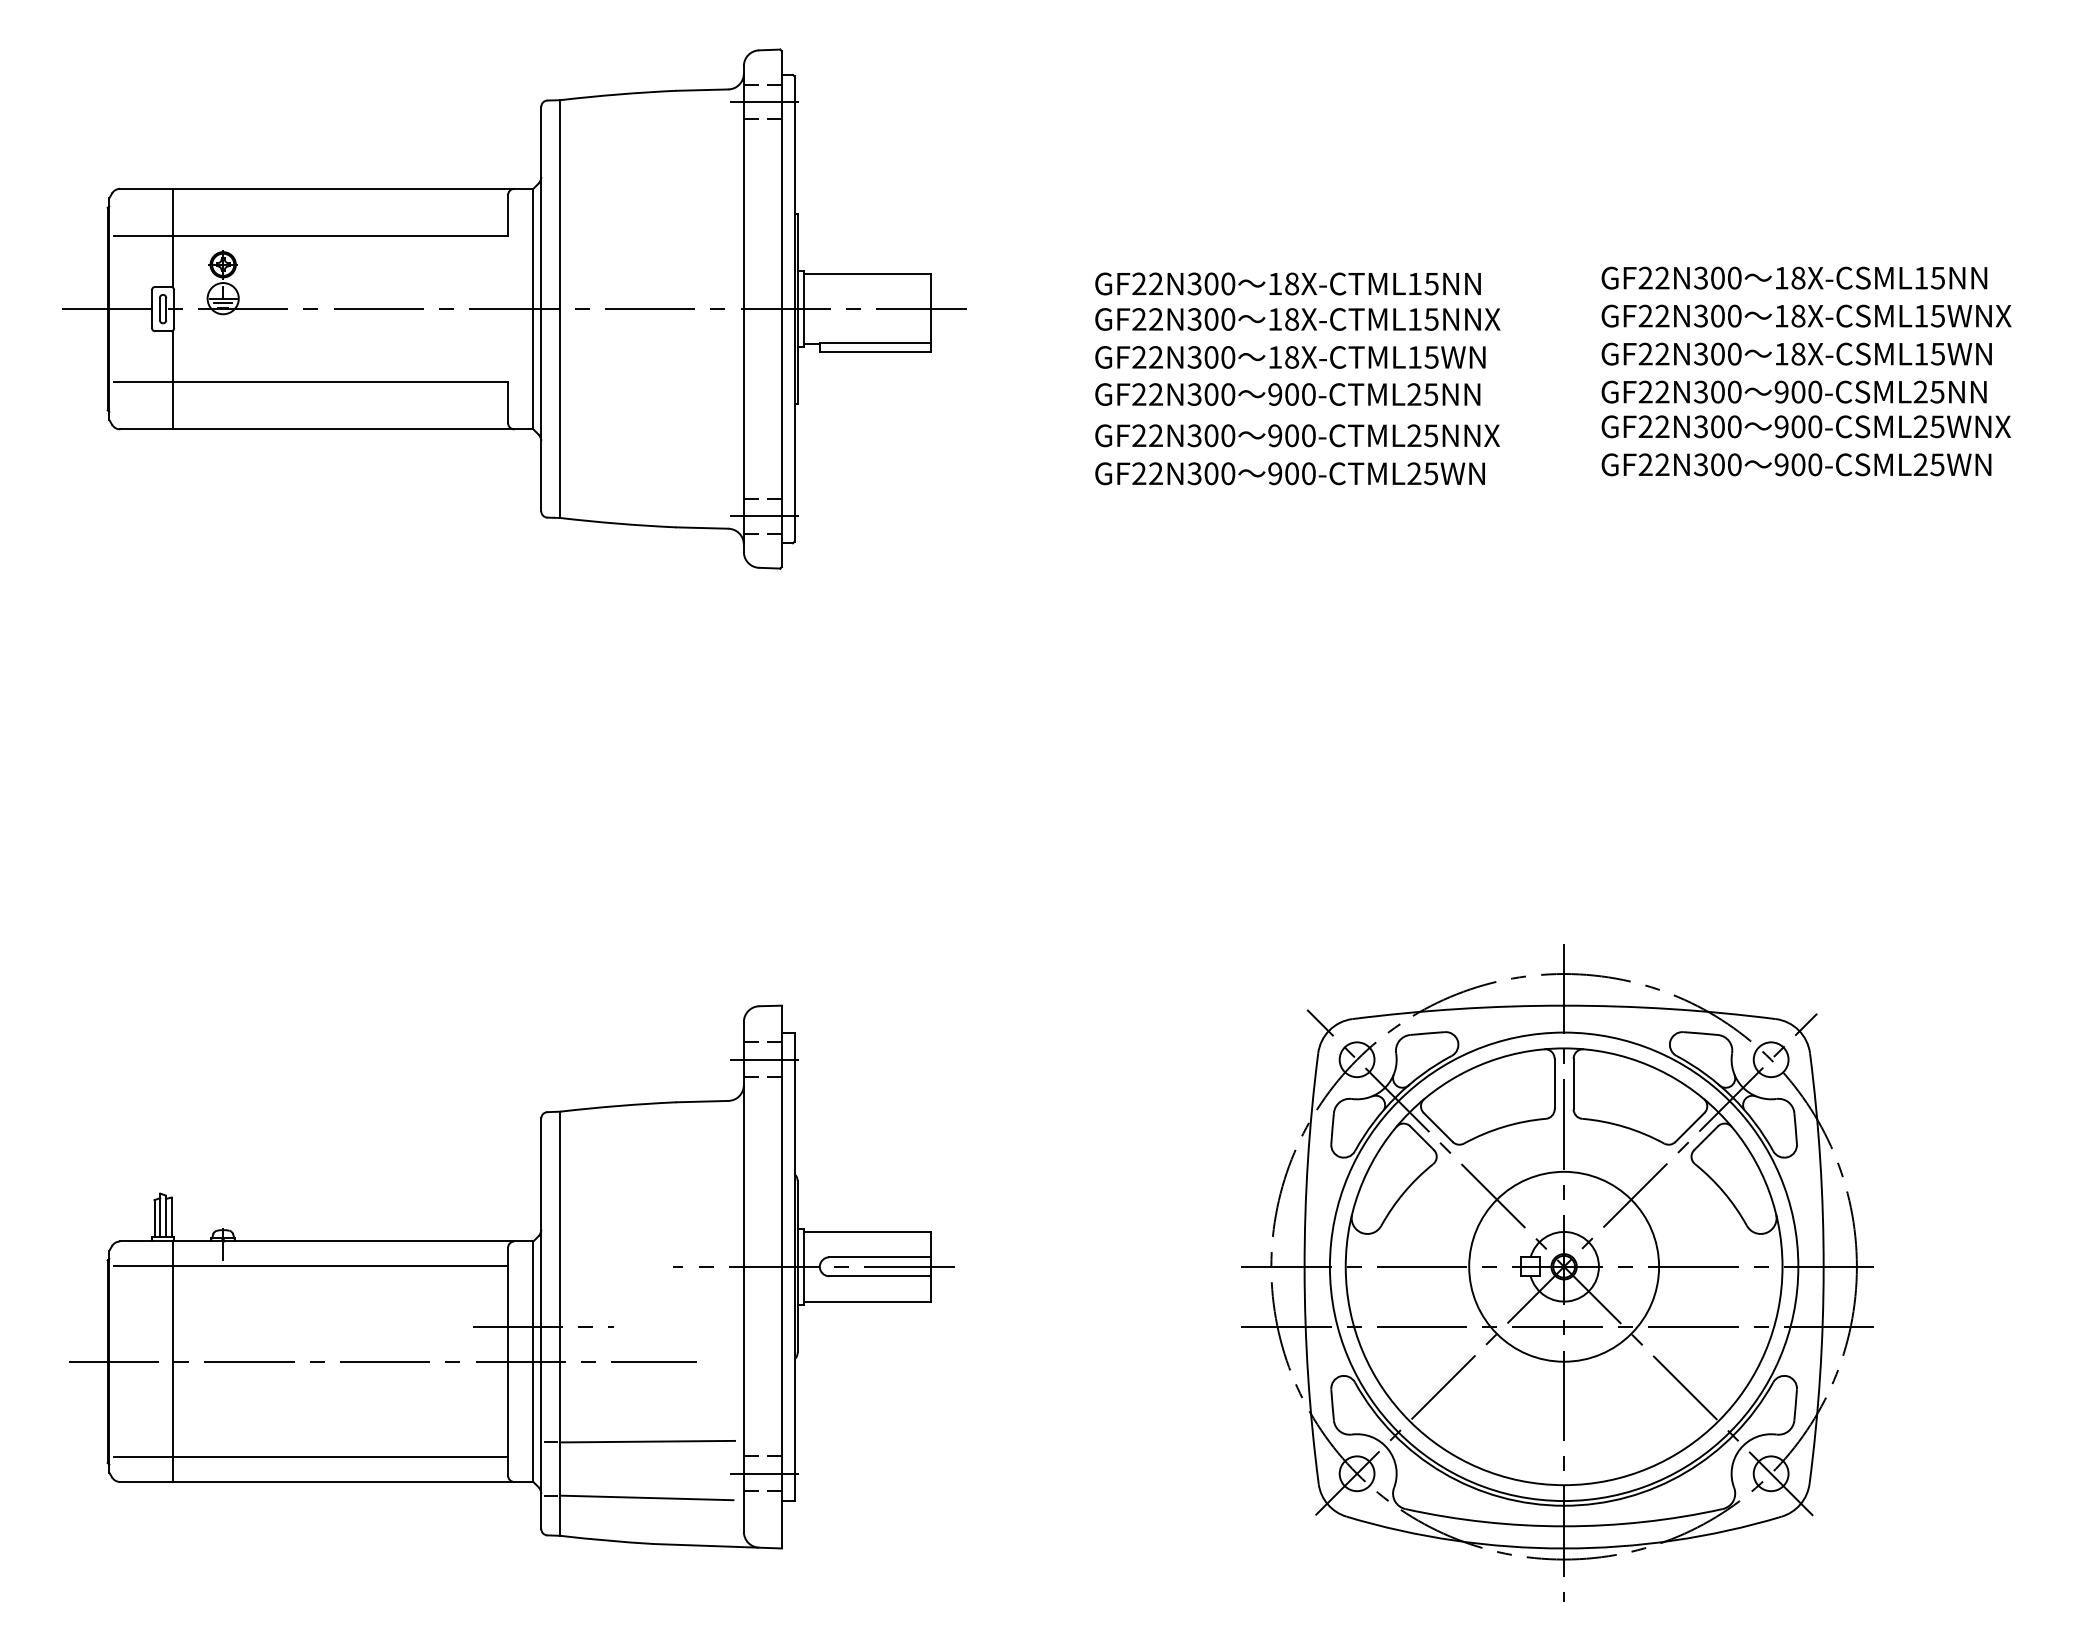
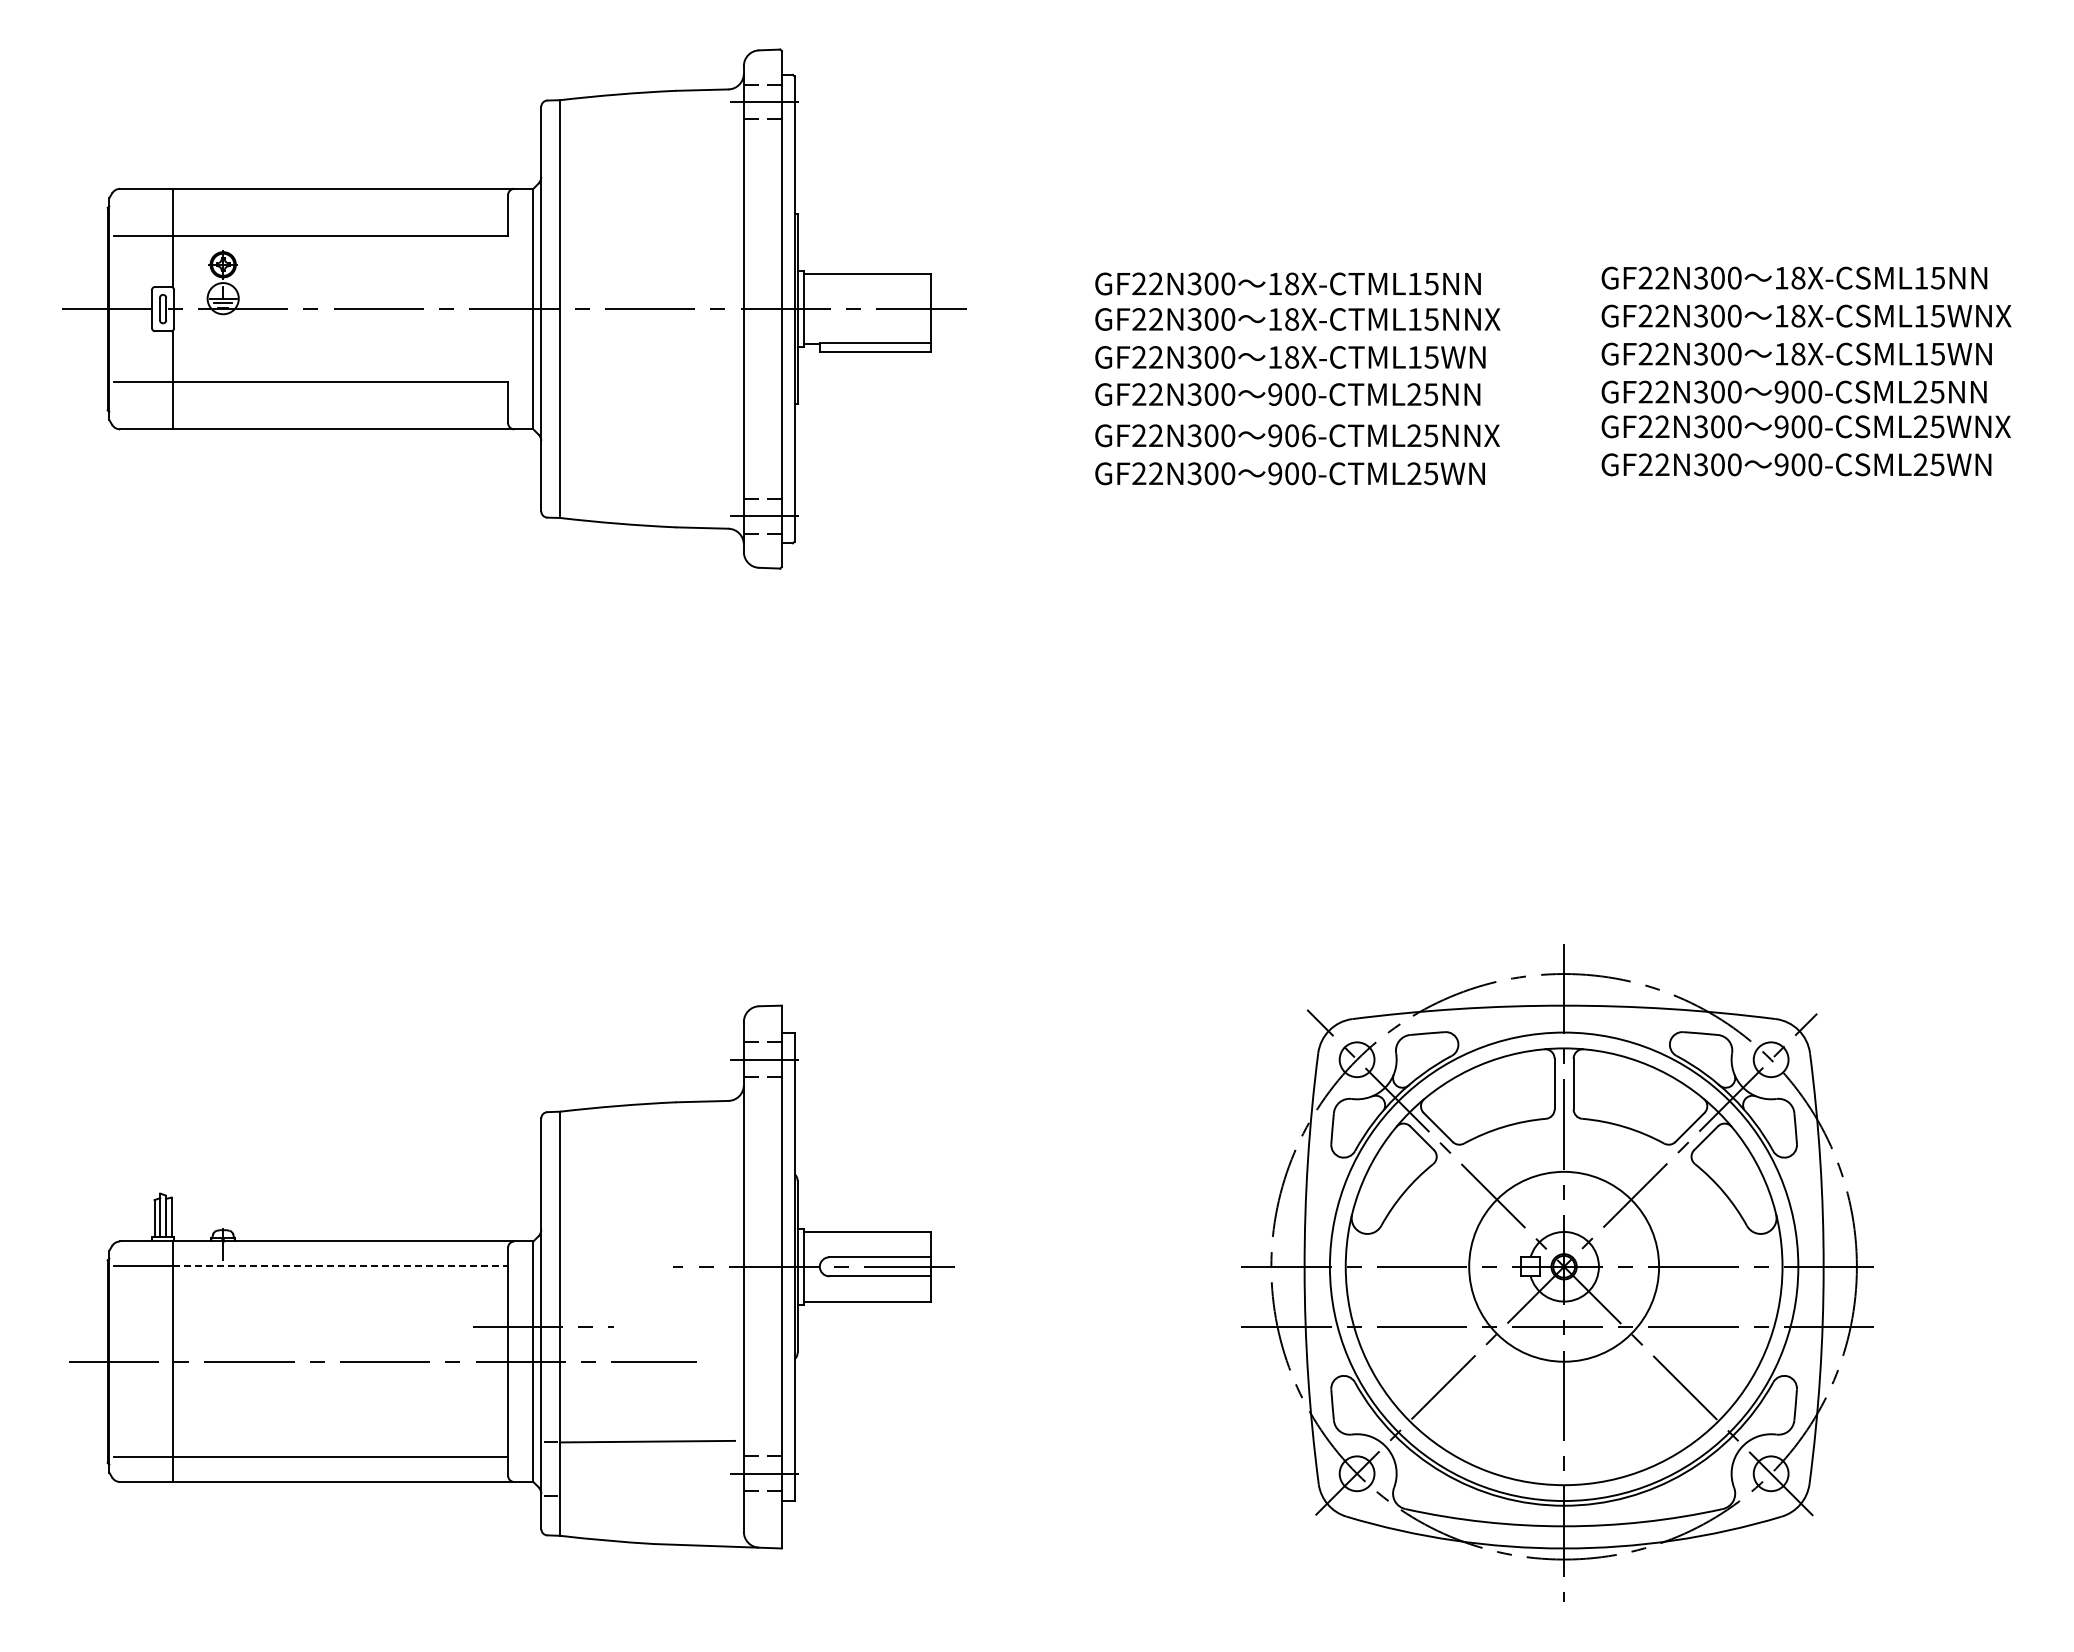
text at (1308, 435): 900-CTML25NNX -> 906-CTML25NNX
line at (340, 1266): solid -> dashed
line at (646, 1497): present -> none
